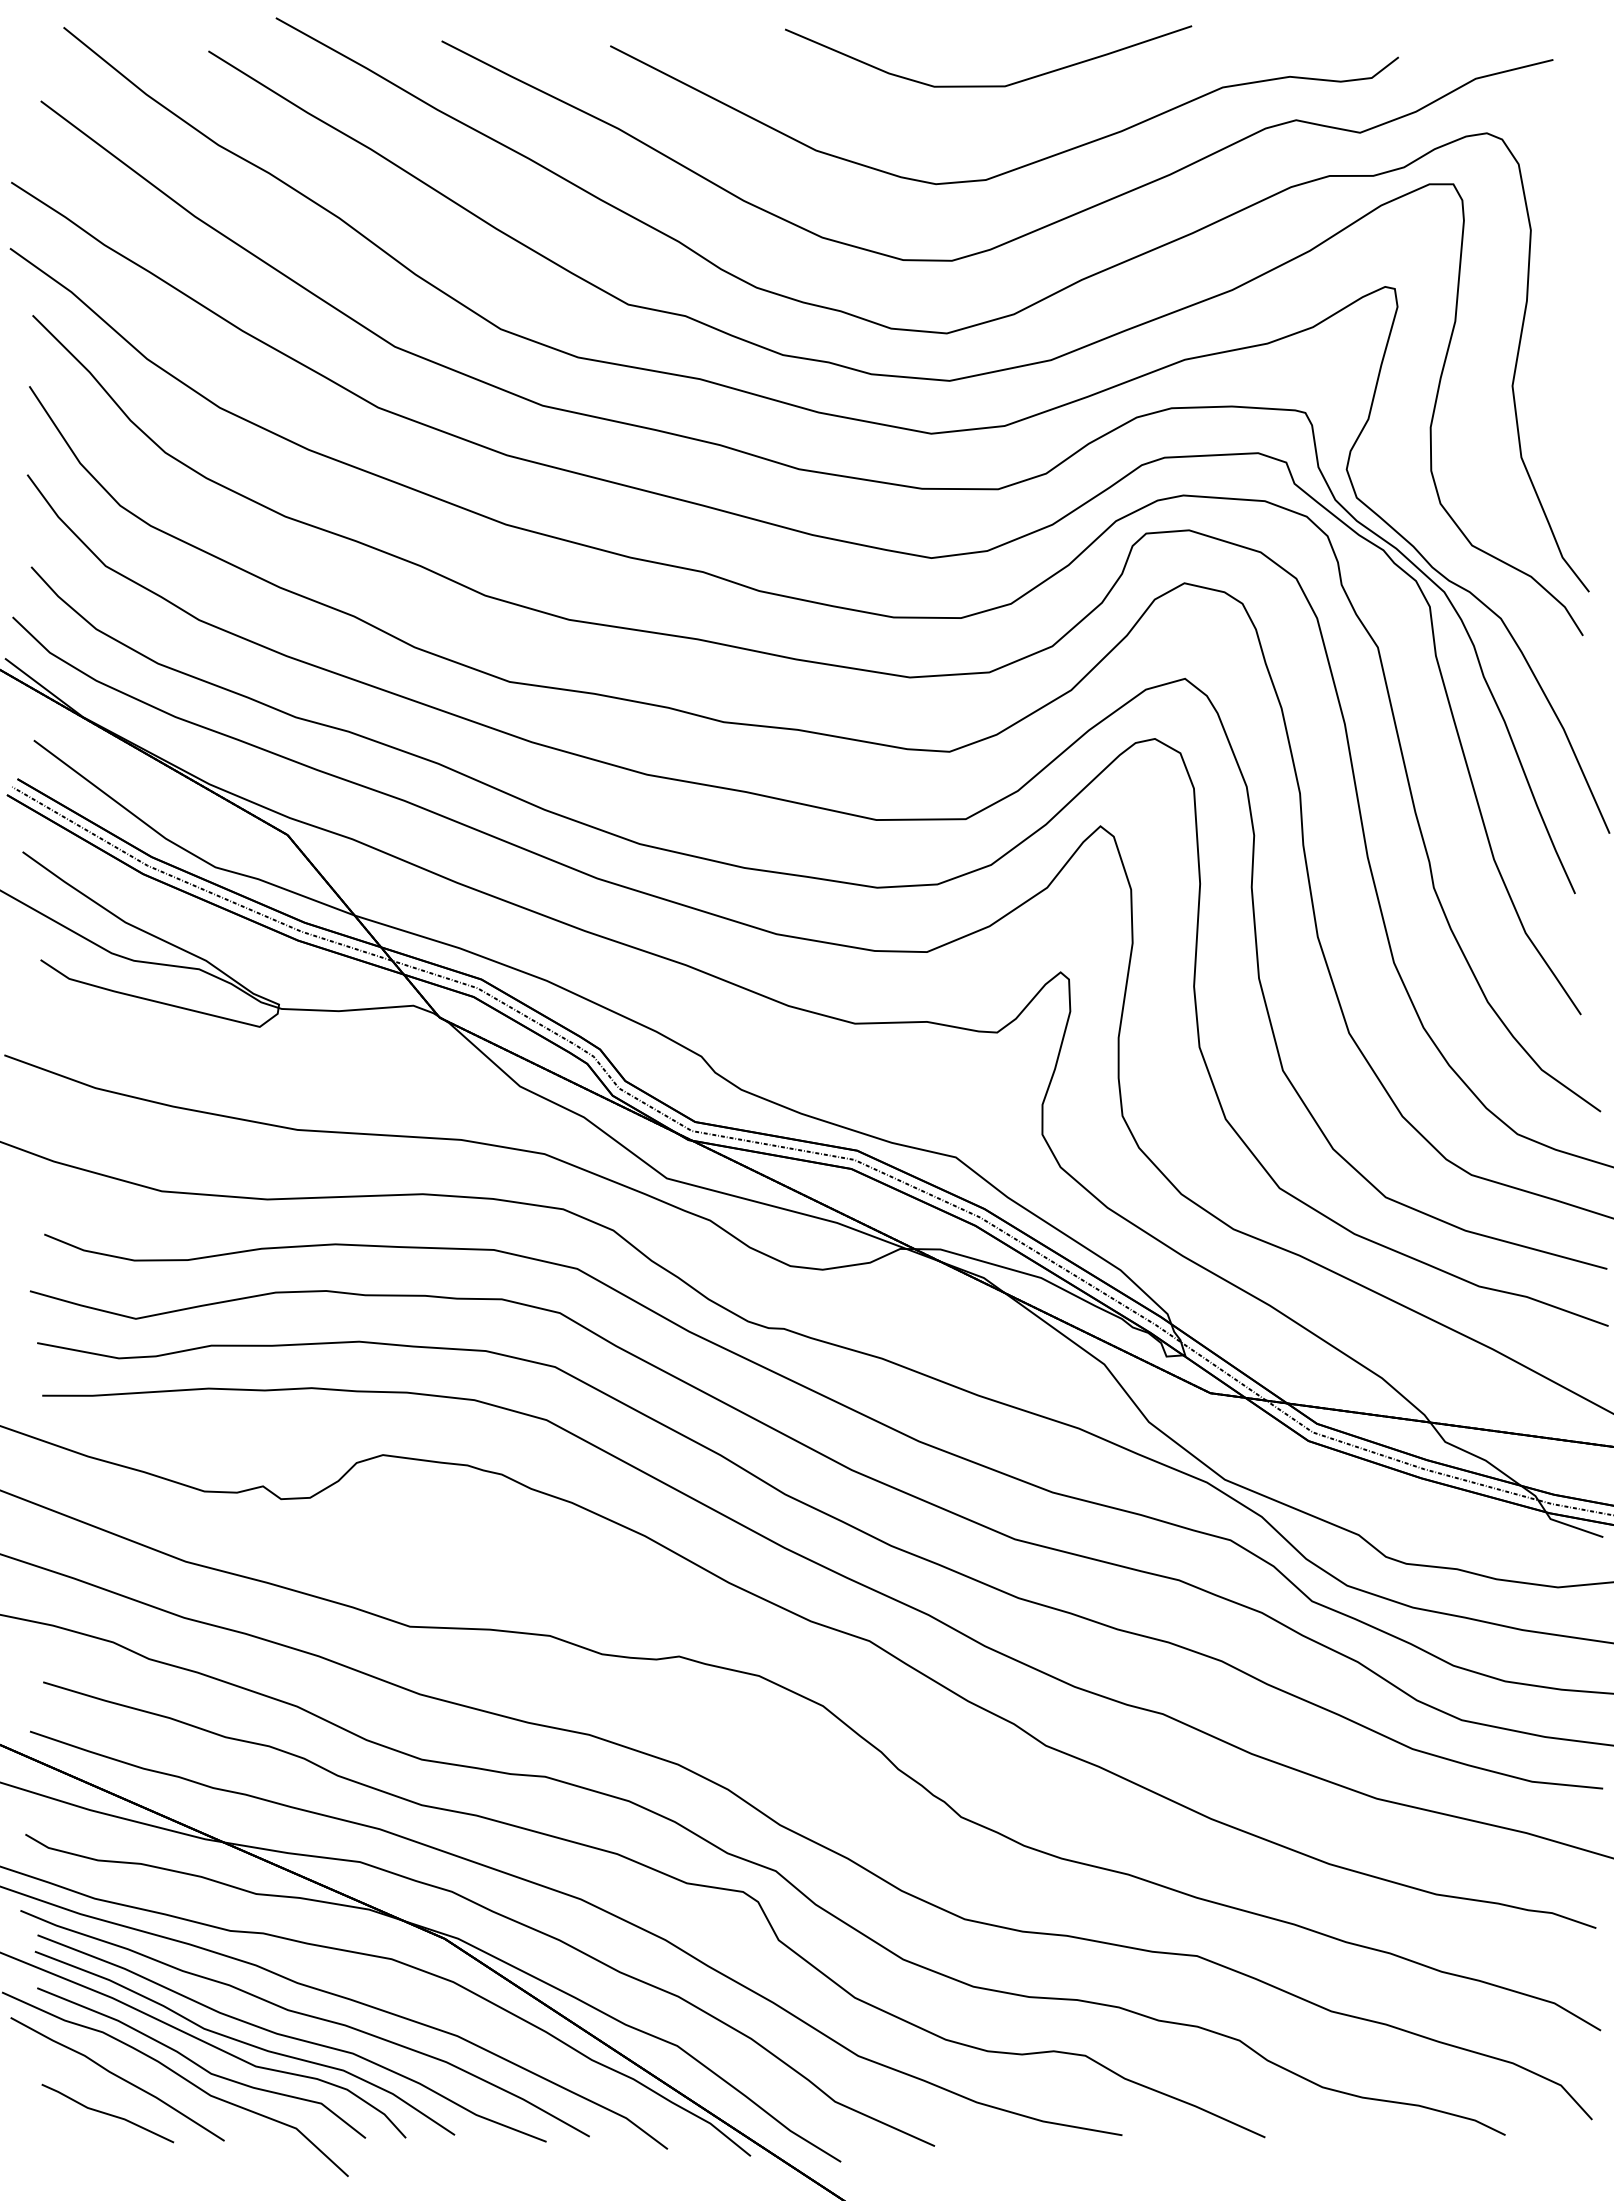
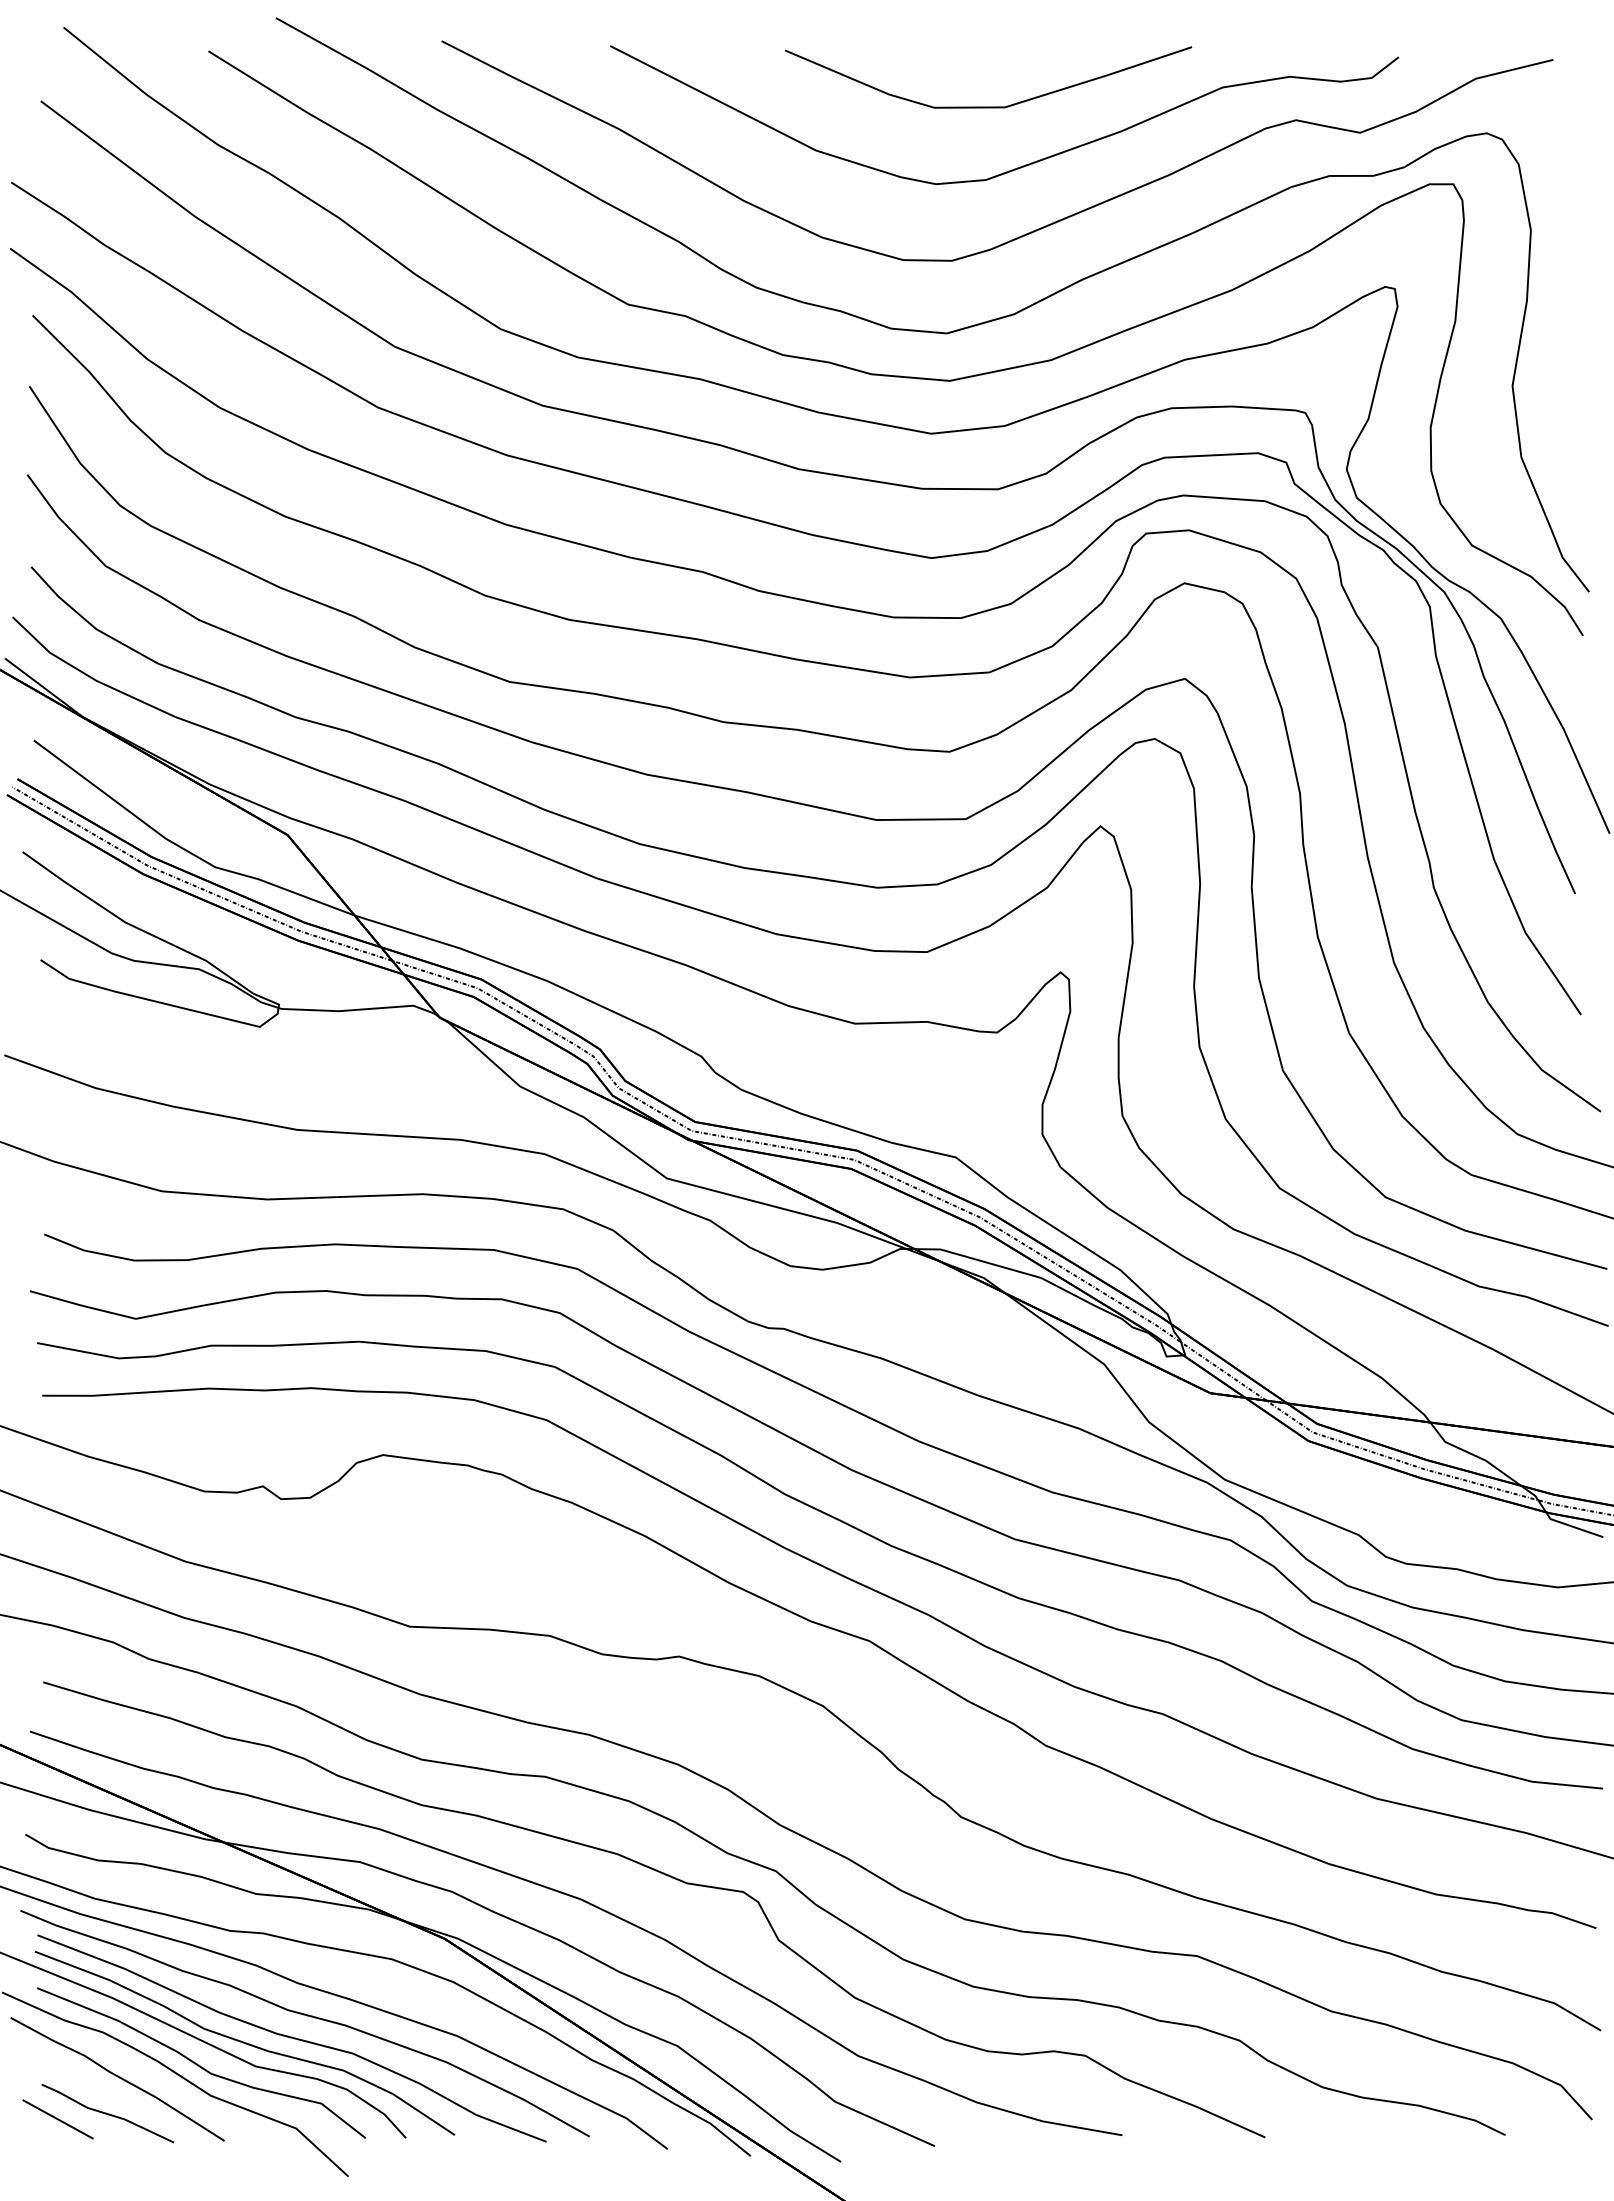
curve at (988, 85) position: (988, 85) -> (988, 106)
line at (57, 2119): none -> present
